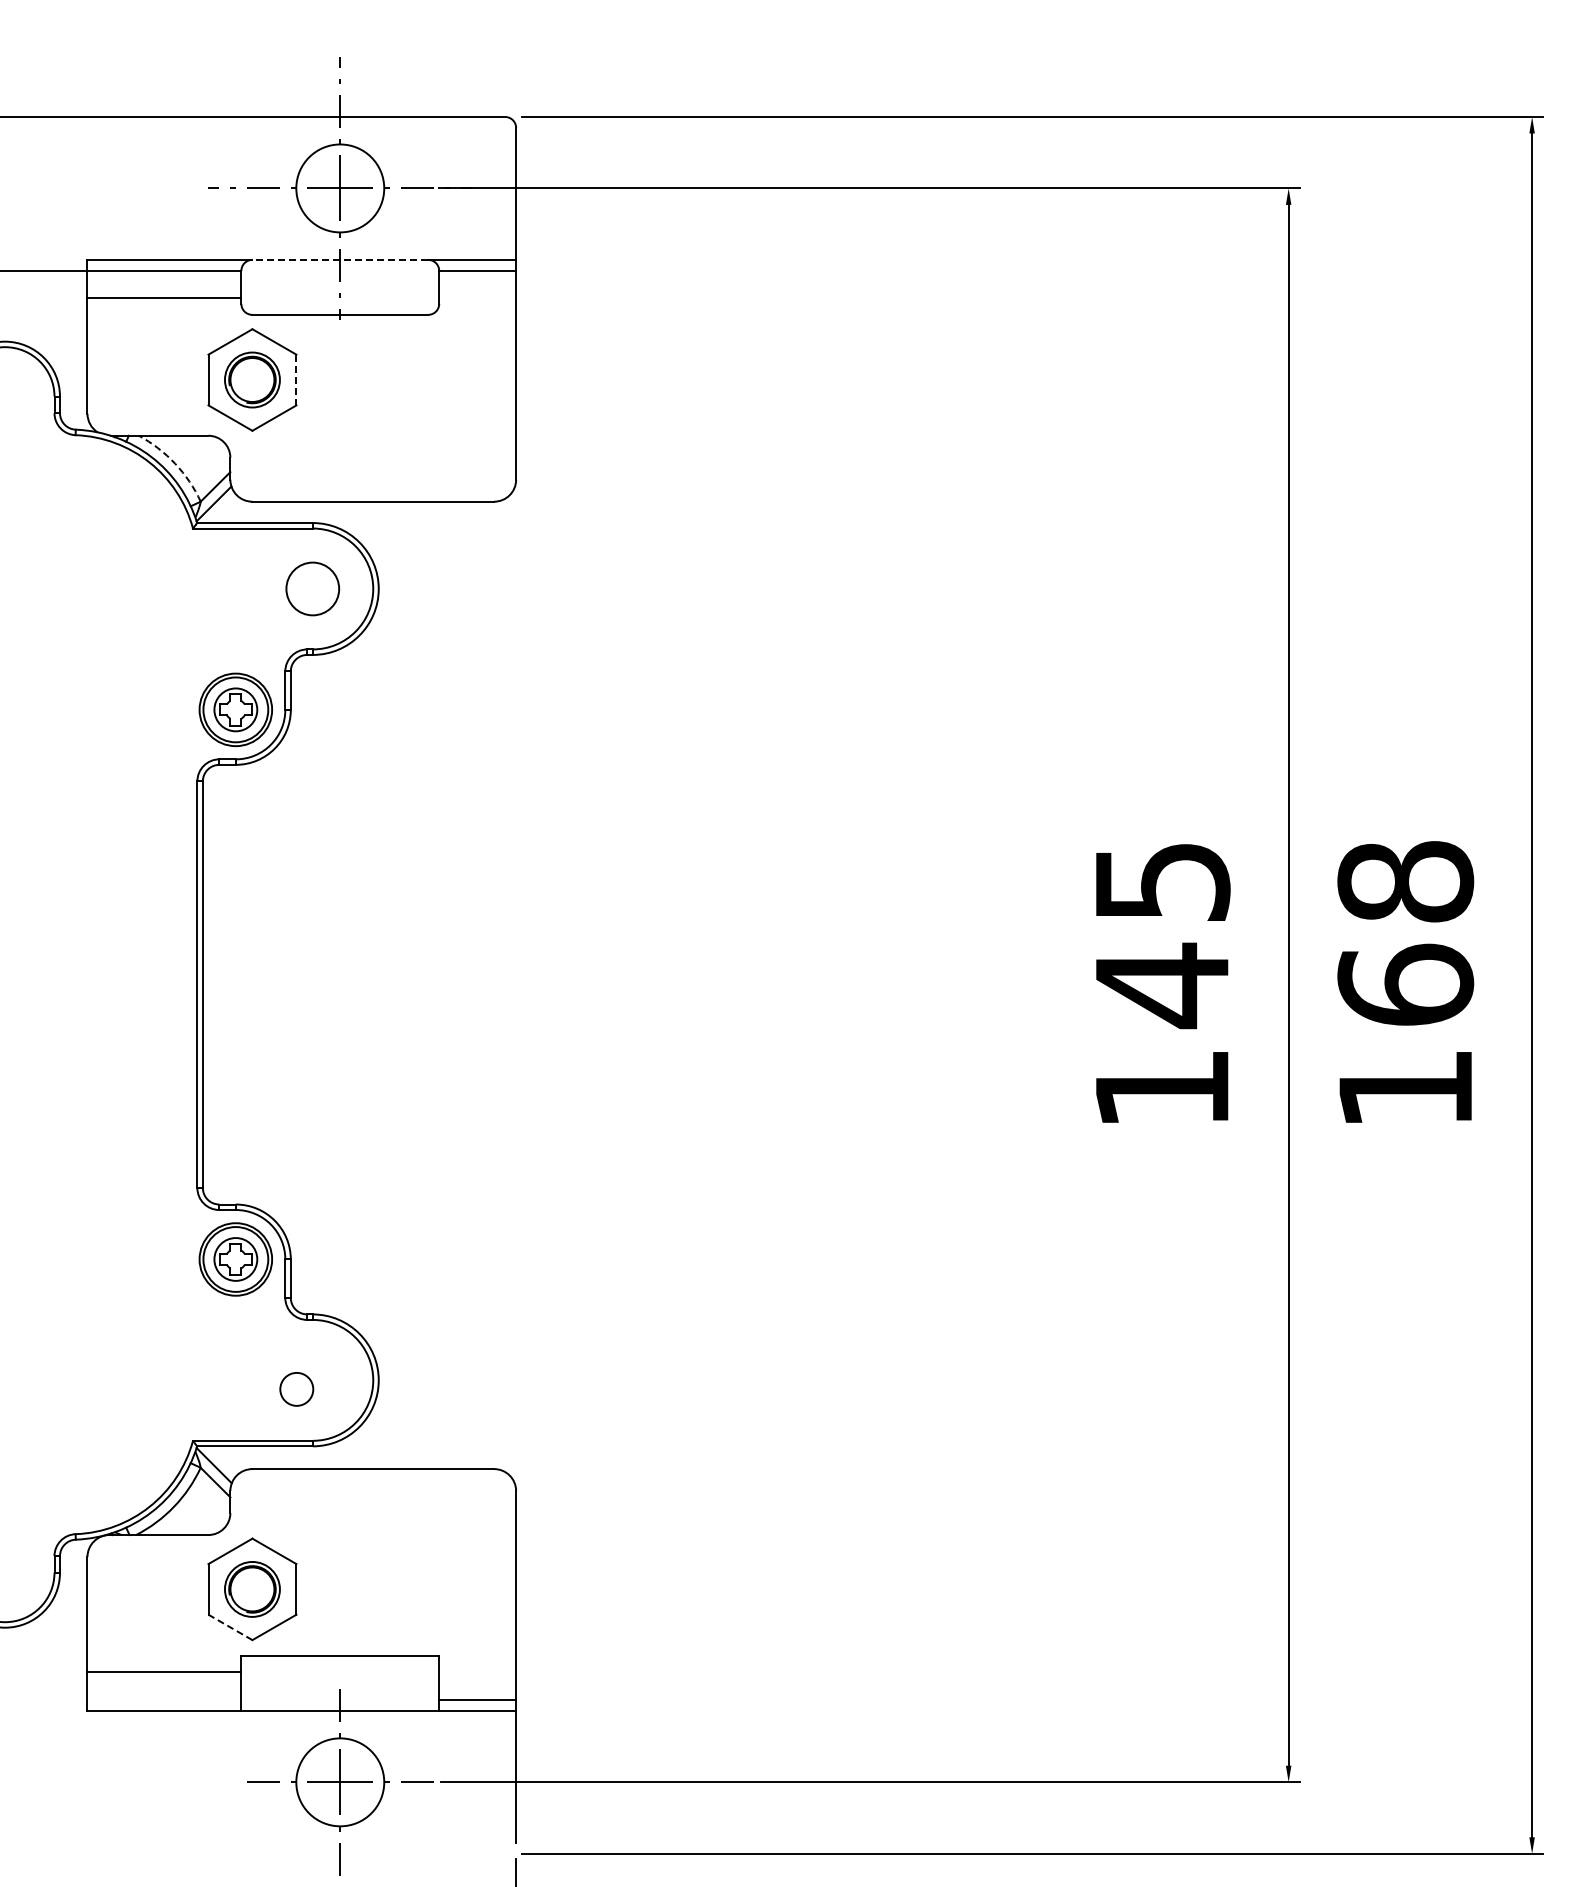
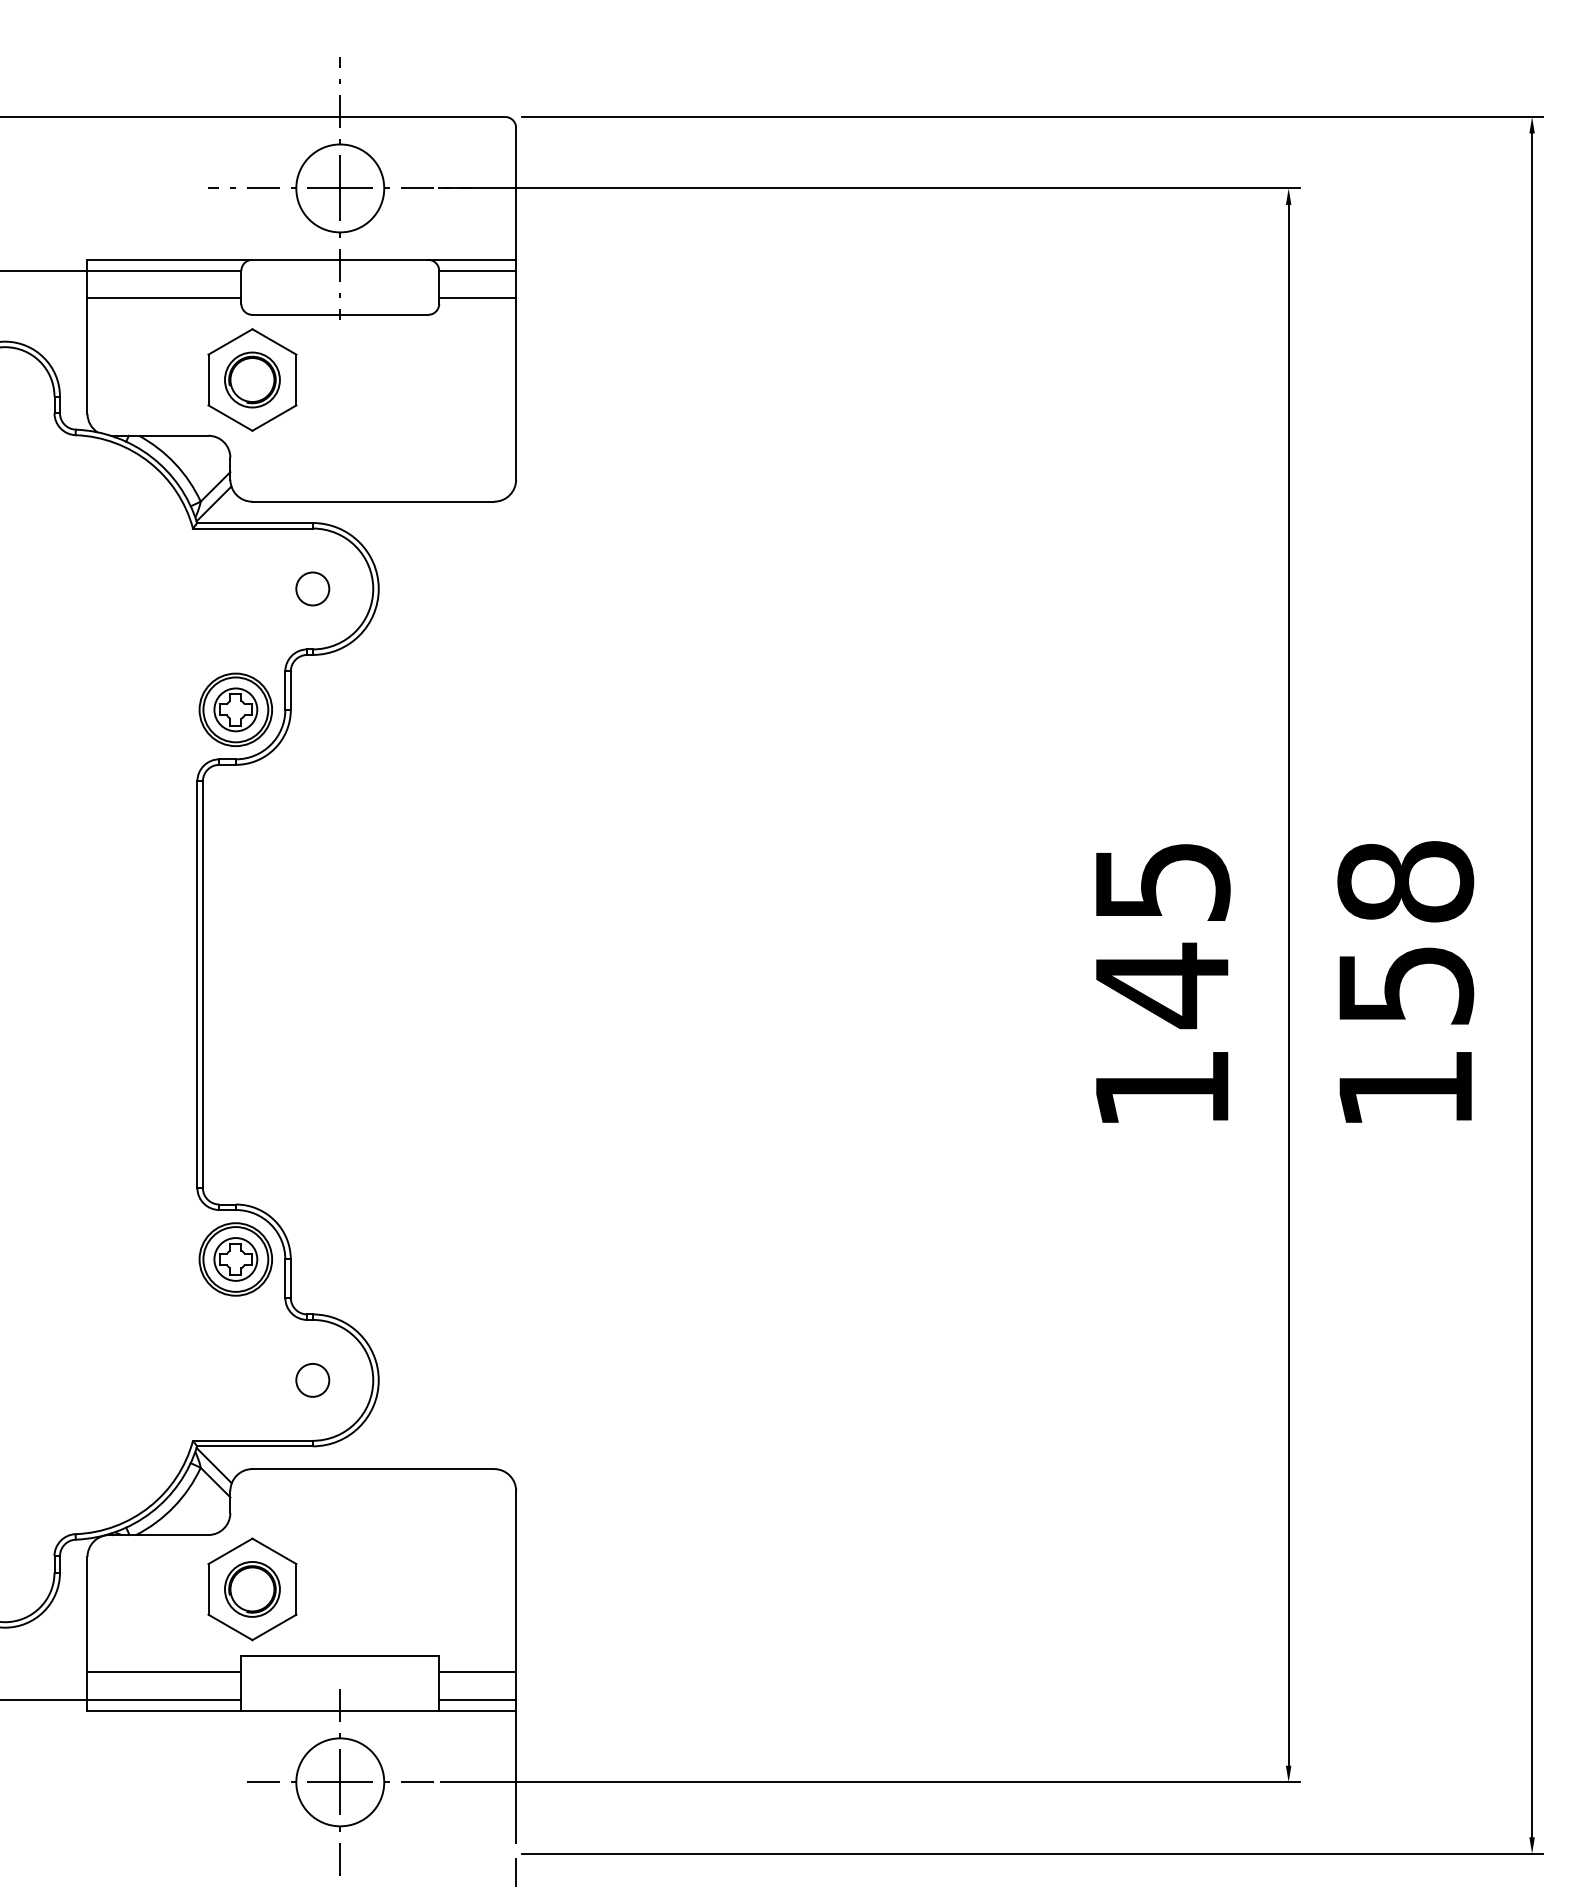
line at (340, 259): dashed -> solid
line at (477, 298): none -> present
line at (296, 380): dashed -> solid
arc at (175, 463): dashed -> solid
circle at (312, 588) diameter: 53 px -> 33 px
text at (1405, 984): 168 -> 158
circle at (296, 1389) position: (296, 1389) -> (312, 1380)
line at (230, 1627): dashed -> solid
line at (477, 1672): none -> present
line at (121, 1699): none -> present
